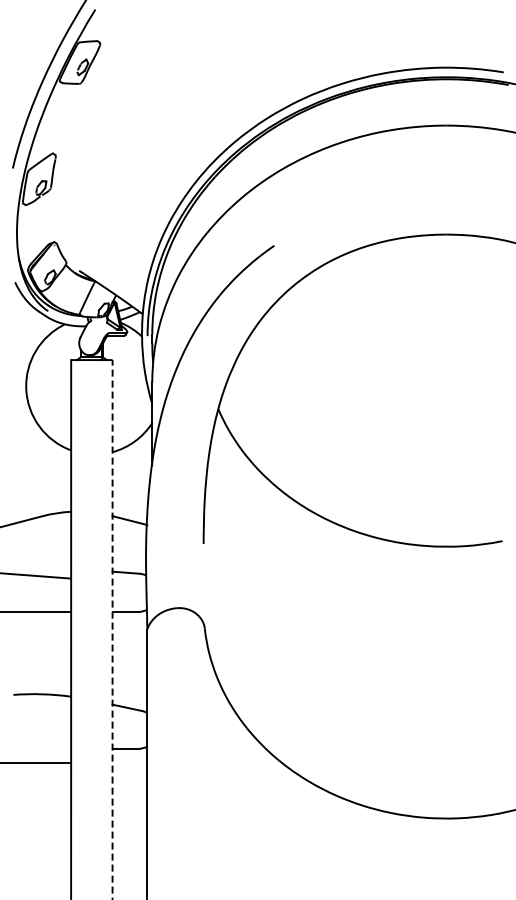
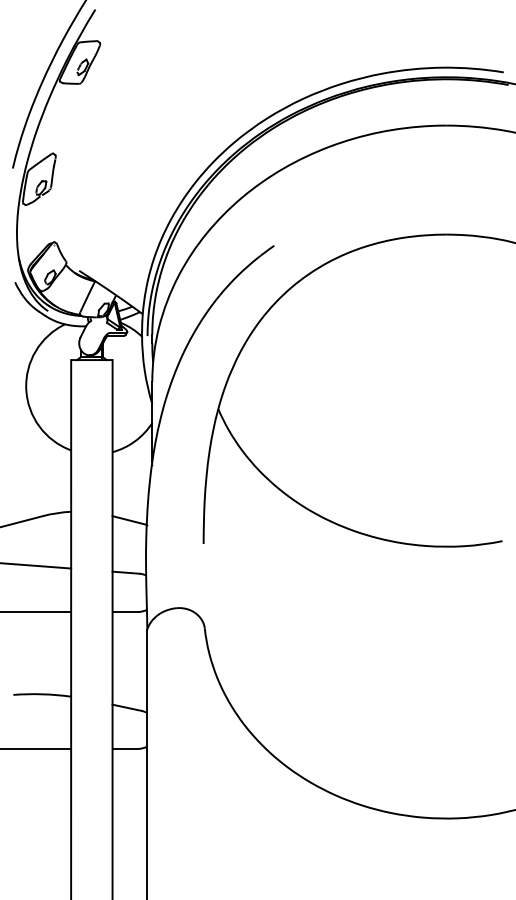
line at (36, 575) position: (36, 575) -> (36, 565)
line at (112, 629): dashed -> solid
line at (36, 762) position: (36, 762) -> (36, 748)
